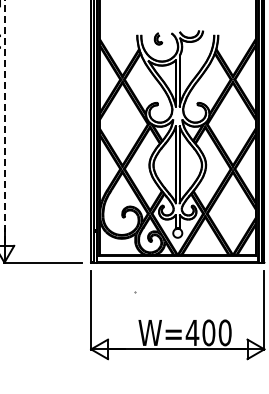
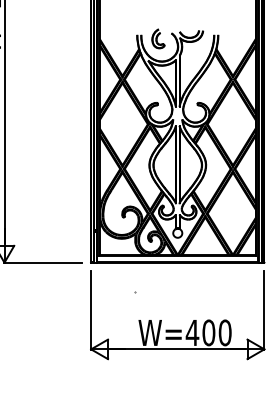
part at (158, 38) size: 11x14 px -> 15x22 px
line at (4, 121): dashed -> solid
